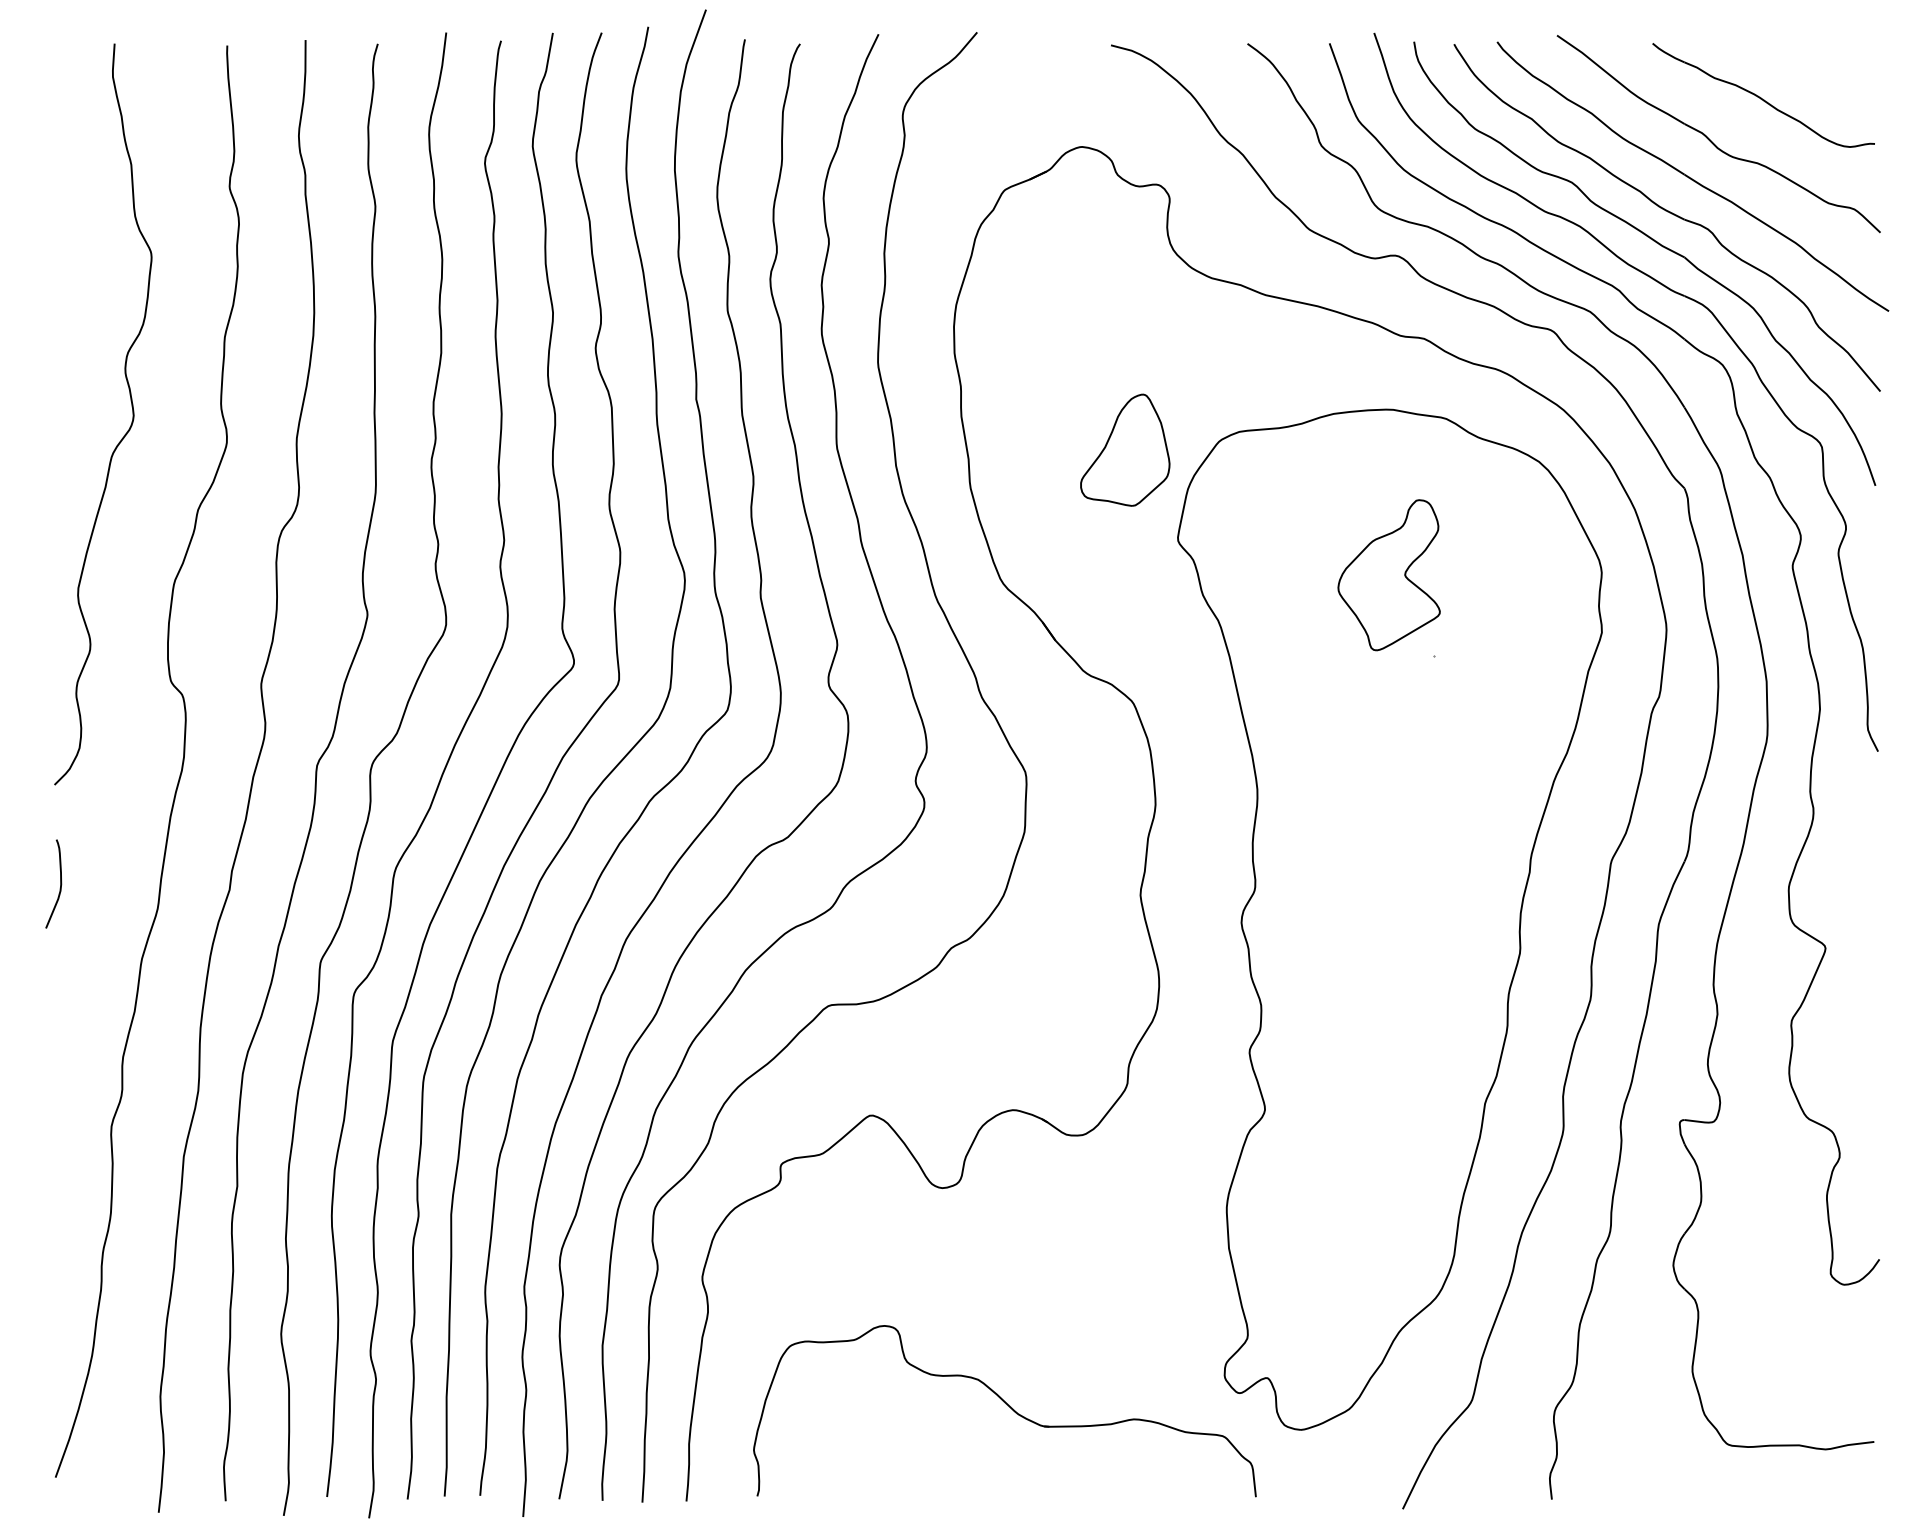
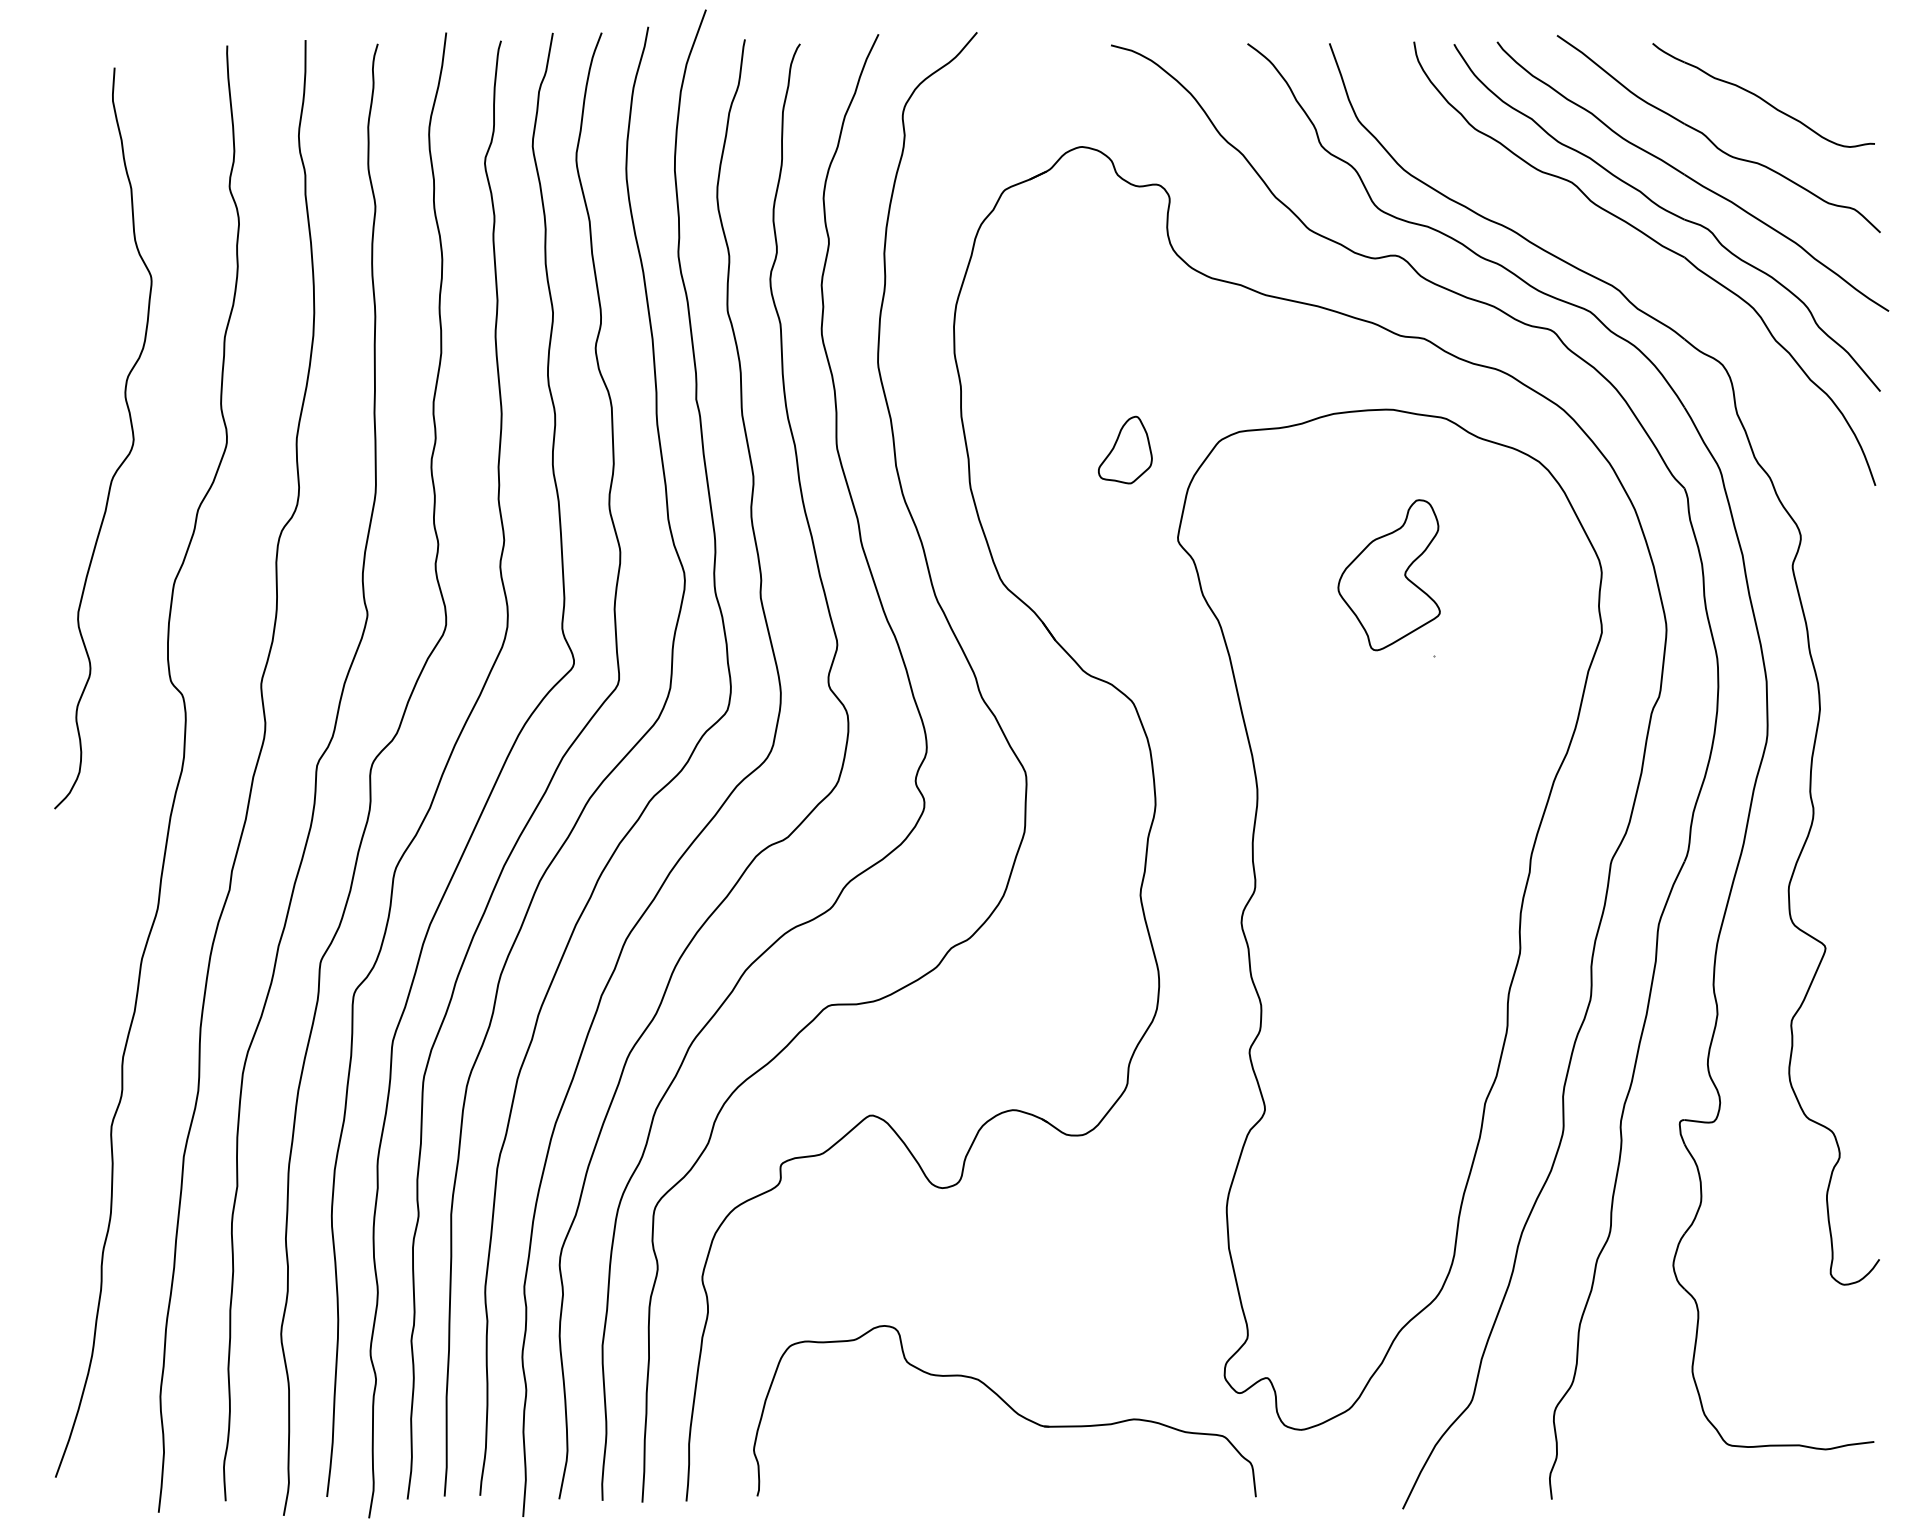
part at (1675, 293): present -> none
curve at (130, 424) position: (130, 424) -> (130, 448)
part at (1125, 449) size: 91x114 px -> 55x70 px
curve at (60, 883): present -> none
